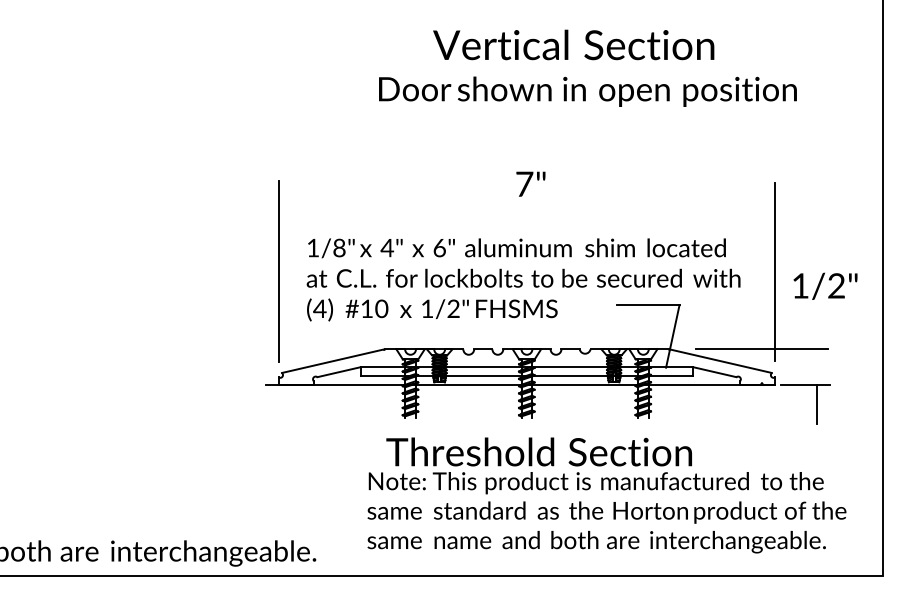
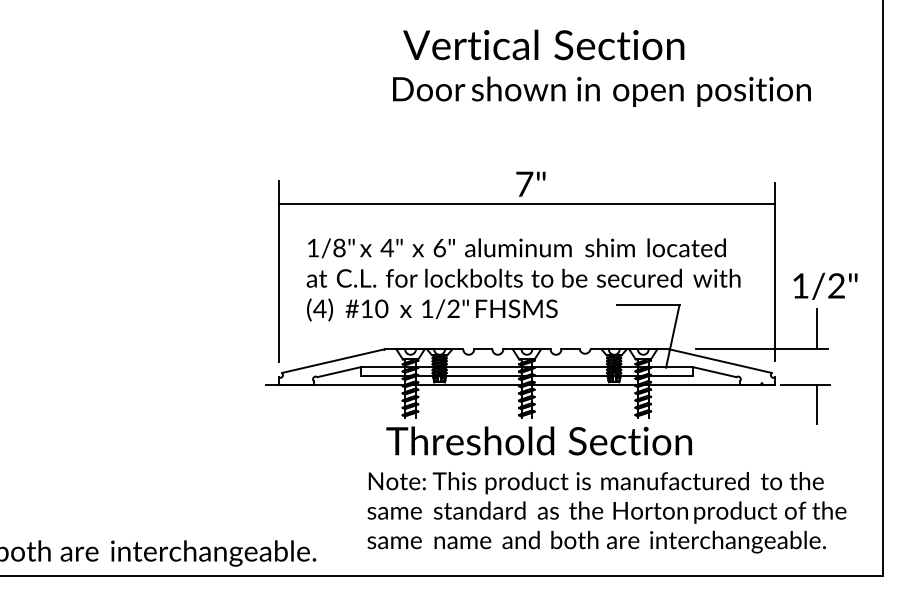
text at (573, 44) position: (573, 44) -> (543, 44)
text at (587, 91) position: (587, 91) -> (601, 91)
line at (526, 204): none -> present
line at (816, 329): none -> present
text at (538, 451) position: (538, 451) -> (538, 440)
